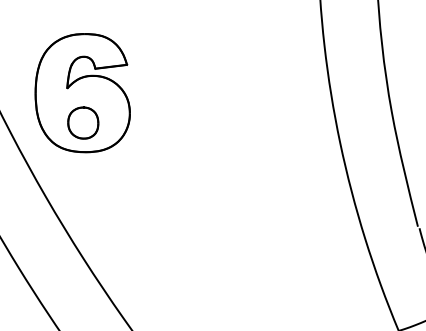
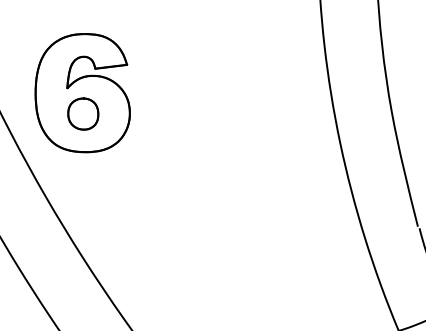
part at (83, 122) position: (83, 122) -> (83, 113)
